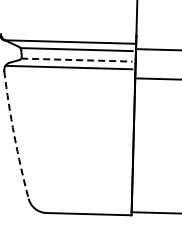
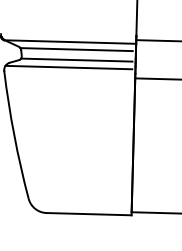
line at (157, 49) position: (157, 49) -> (157, 40)
line at (76, 60): dashed -> solid
arc at (14, 135): dashed -> solid
